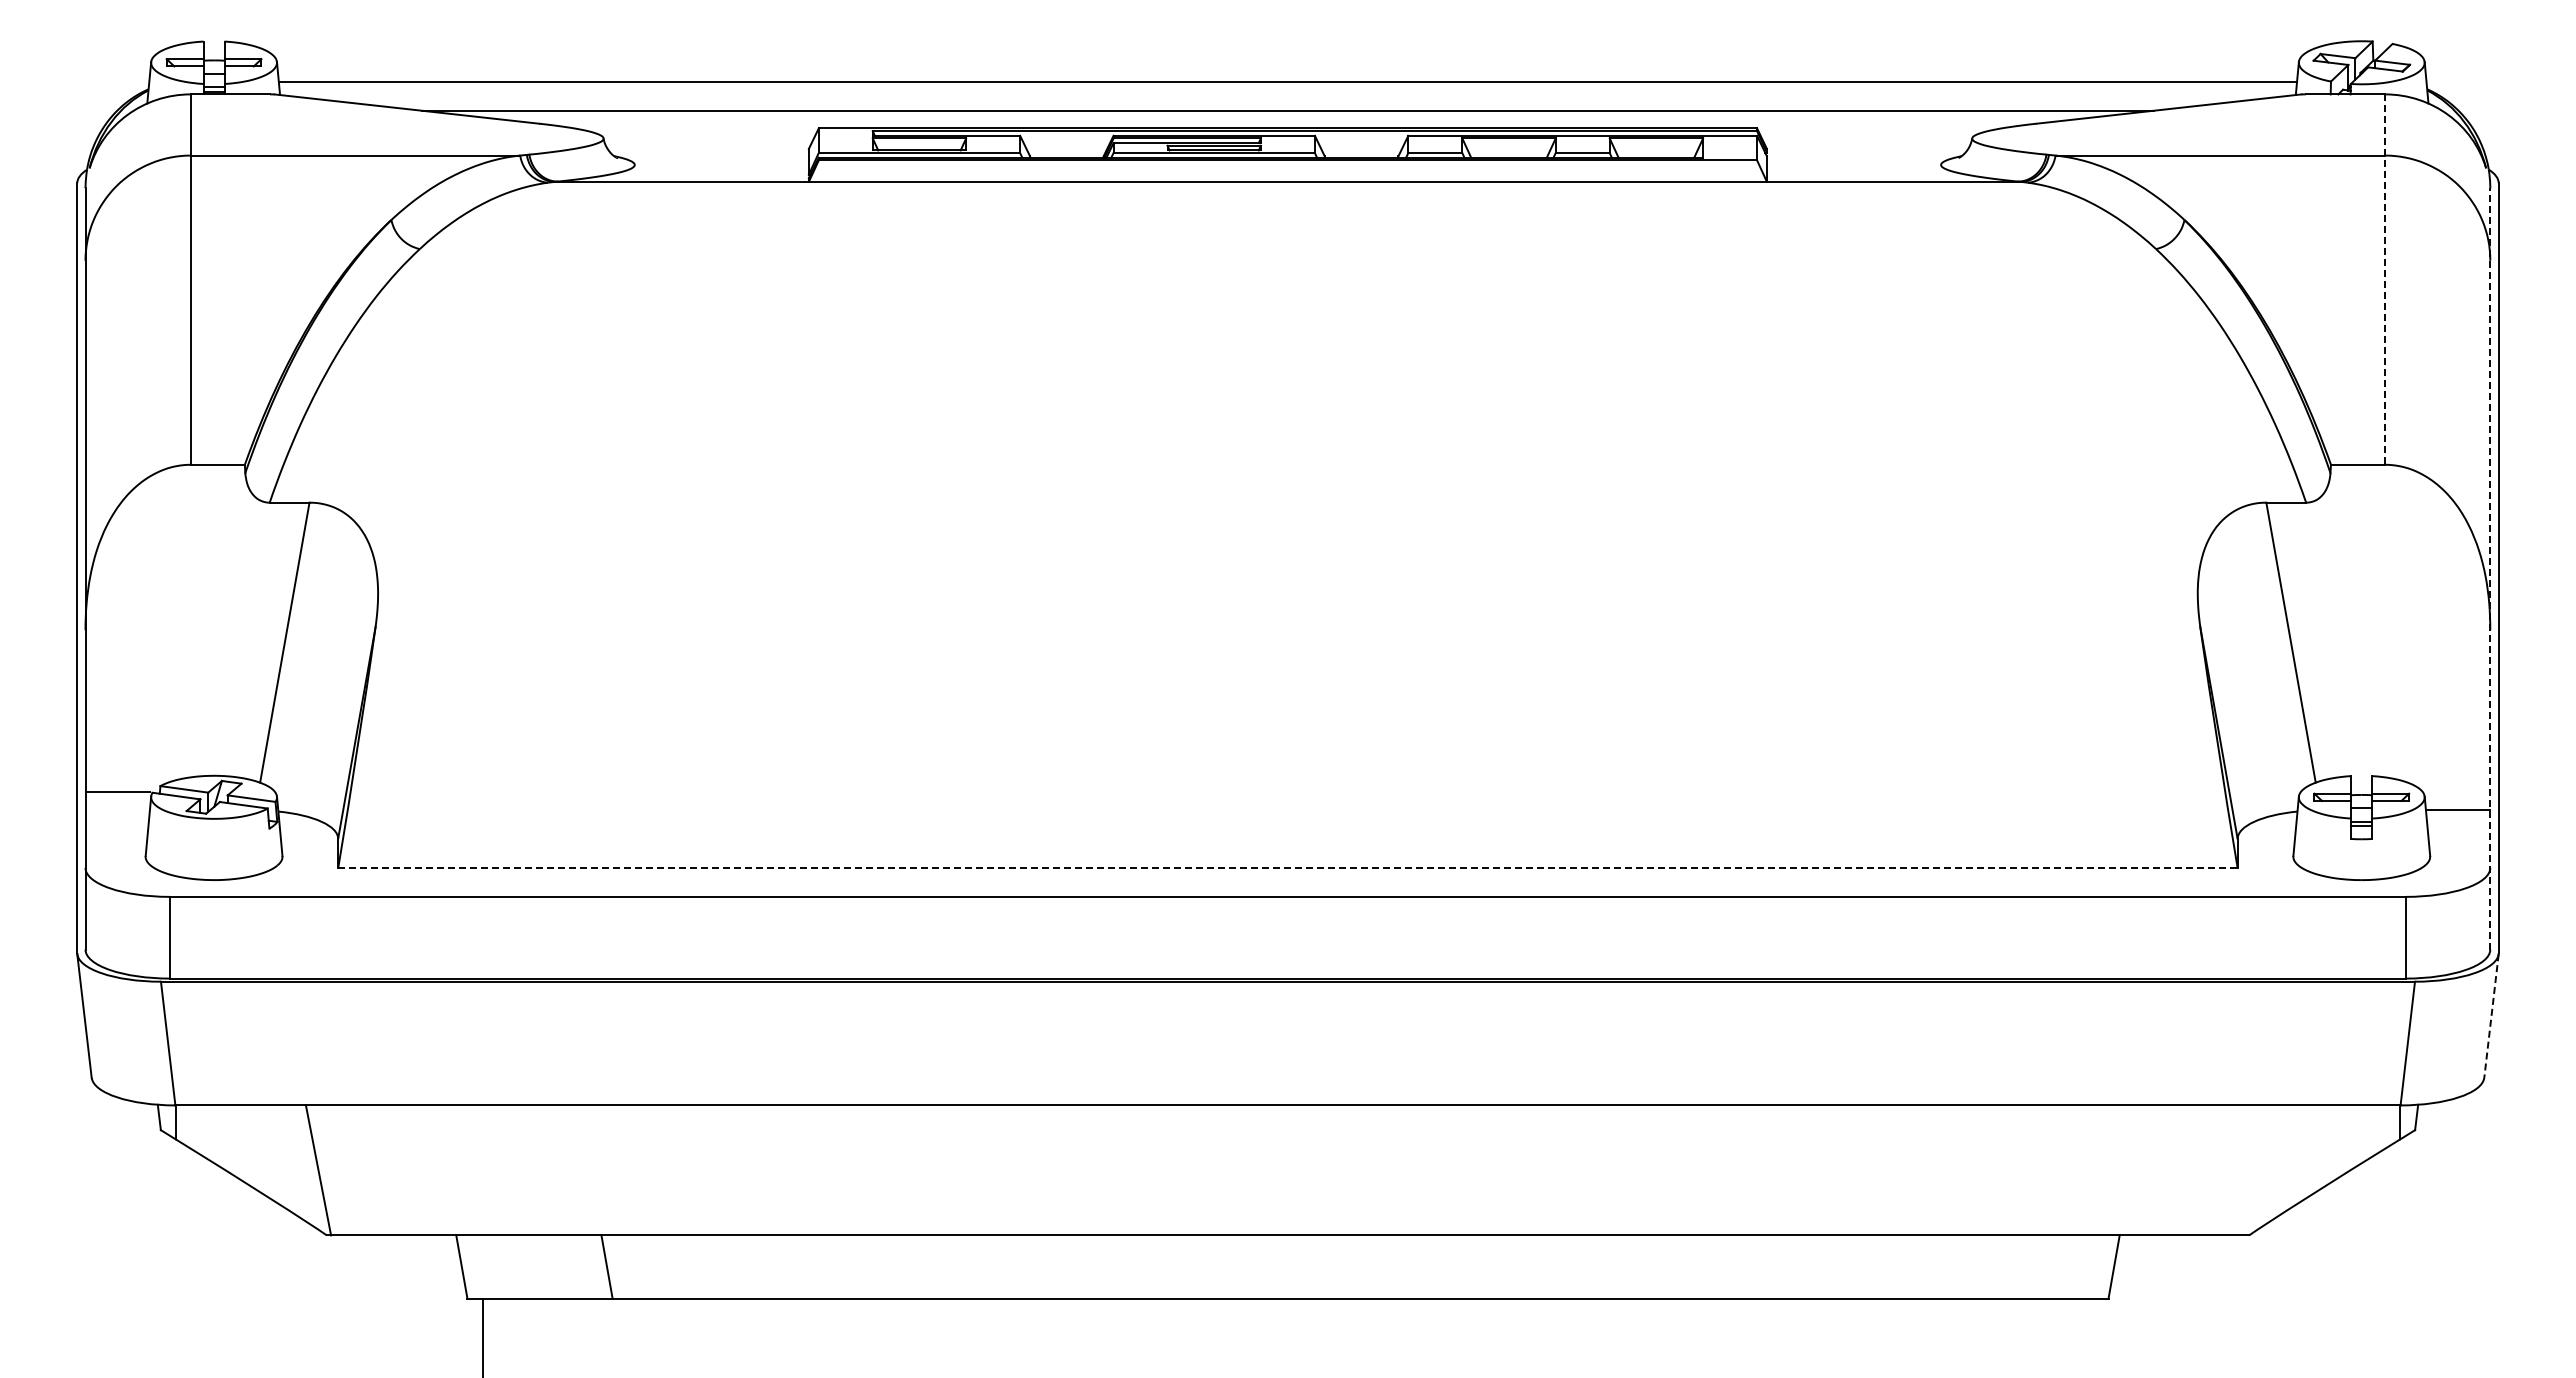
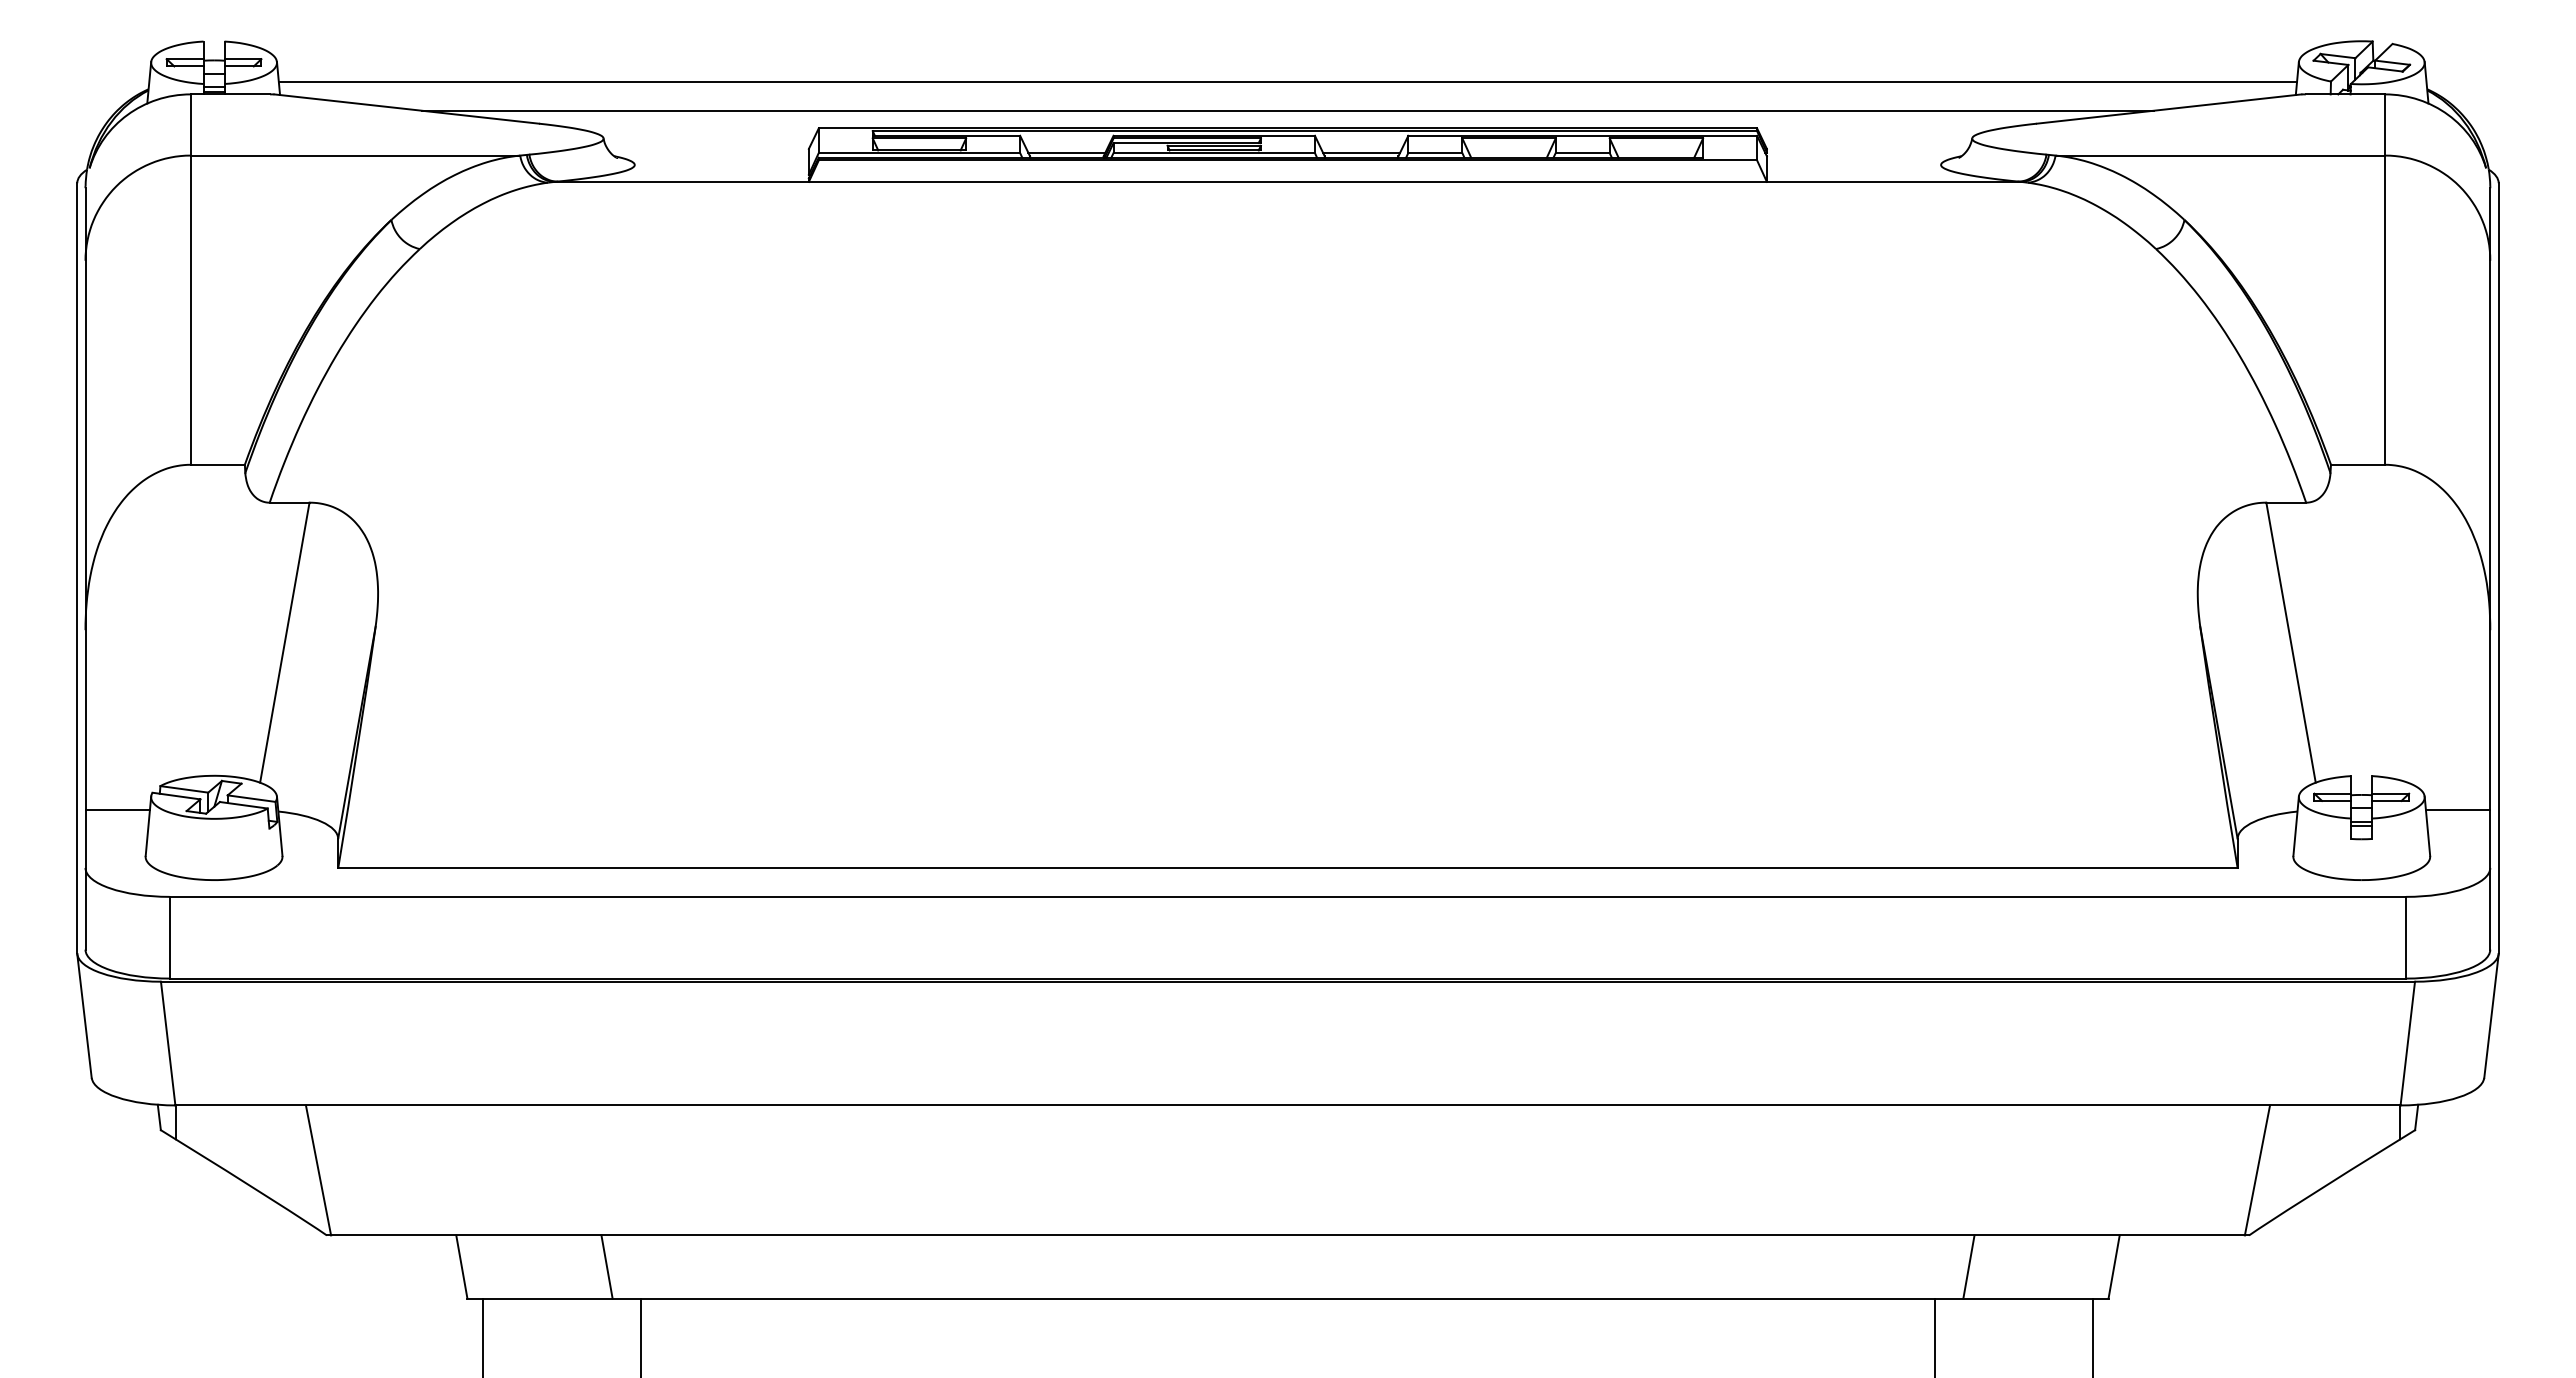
line at (1066, 152): none -> present
line at (1361, 152): none -> present
line at (2385, 280): dashed -> solid
line at (2490, 568): dashed -> solid
line at (117, 792) position: (117, 792) -> (117, 810)
line at (1287, 868): dashed -> solid
line at (2491, 1016): dashed -> solid
line at (2257, 1170): none -> present
line at (1968, 1266): none -> present
line at (640, 1336): none -> present
line at (1935, 1336): none -> present
line at (2093, 1336): none -> present
